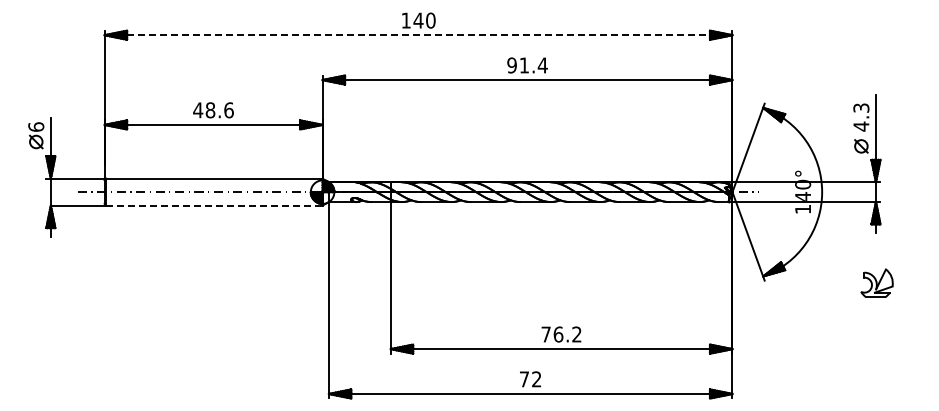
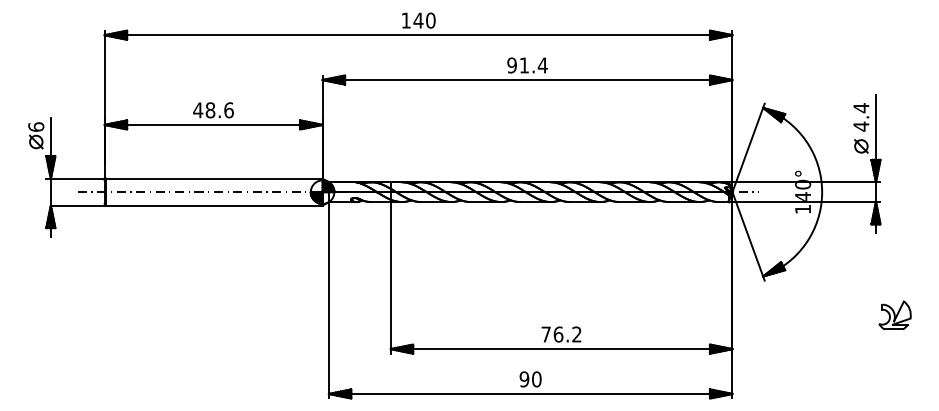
line at (418, 35): dashed -> solid
text at (861, 108): 4.3 -> 4.4
line at (215, 205): dashed -> solid
part at (876, 282) position: (876, 282) -> (894, 314)
text at (530, 379): 72 -> 90
